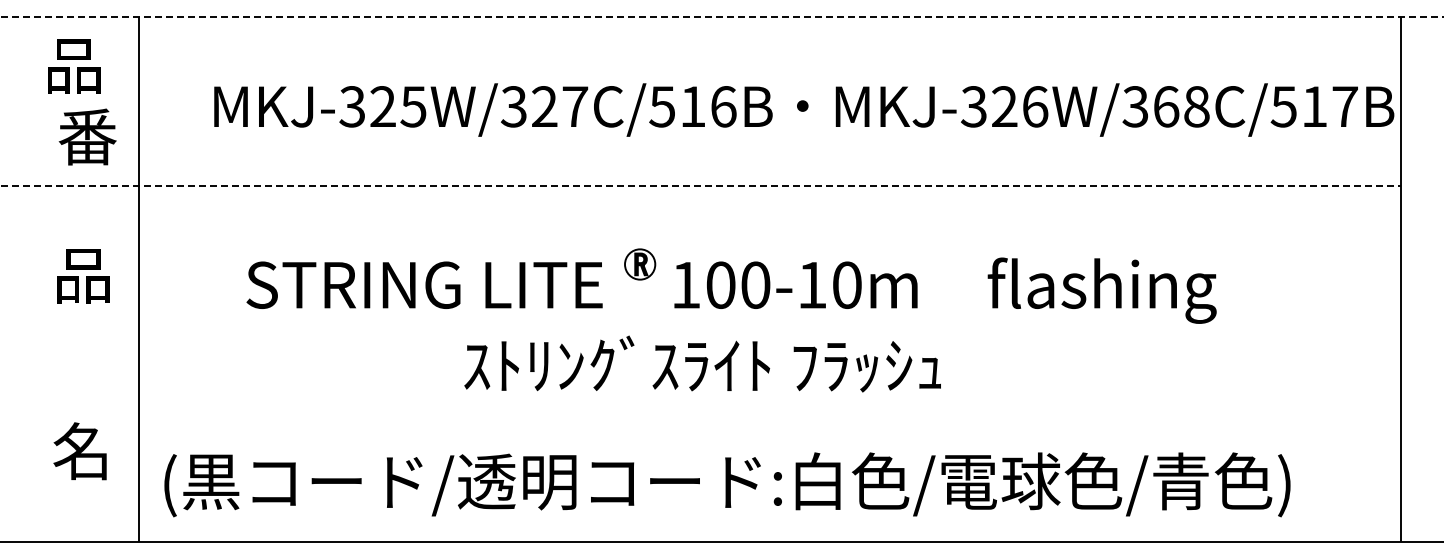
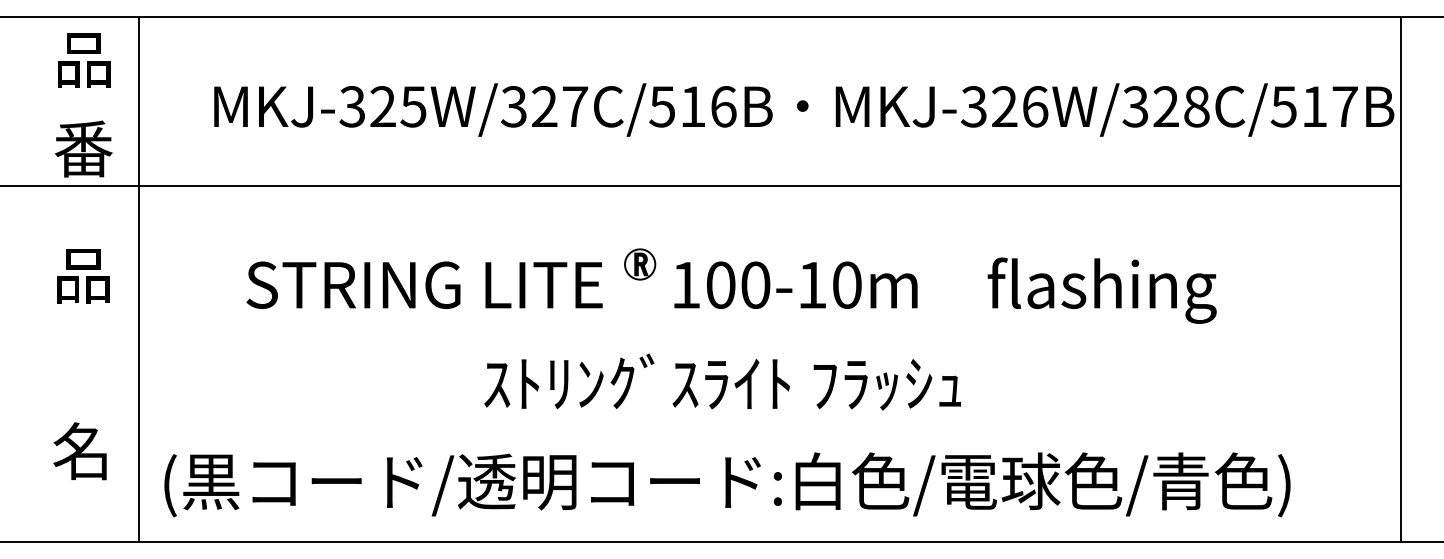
line at (722, 16): dashed -> solid
part at (74, 66) position: (74, 66) -> (84, 60)
text at (1166, 106): MKJ-326W/368C/517B -> MKJ-326W/328C/517B
part at (87, 136) position: (87, 136) -> (83, 148)
line at (700, 186): dashed -> solid
text at (702, 363) position: (702, 363) -> (722, 381)
